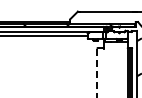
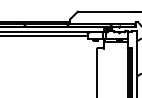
line at (97, 73): dashed -> solid
